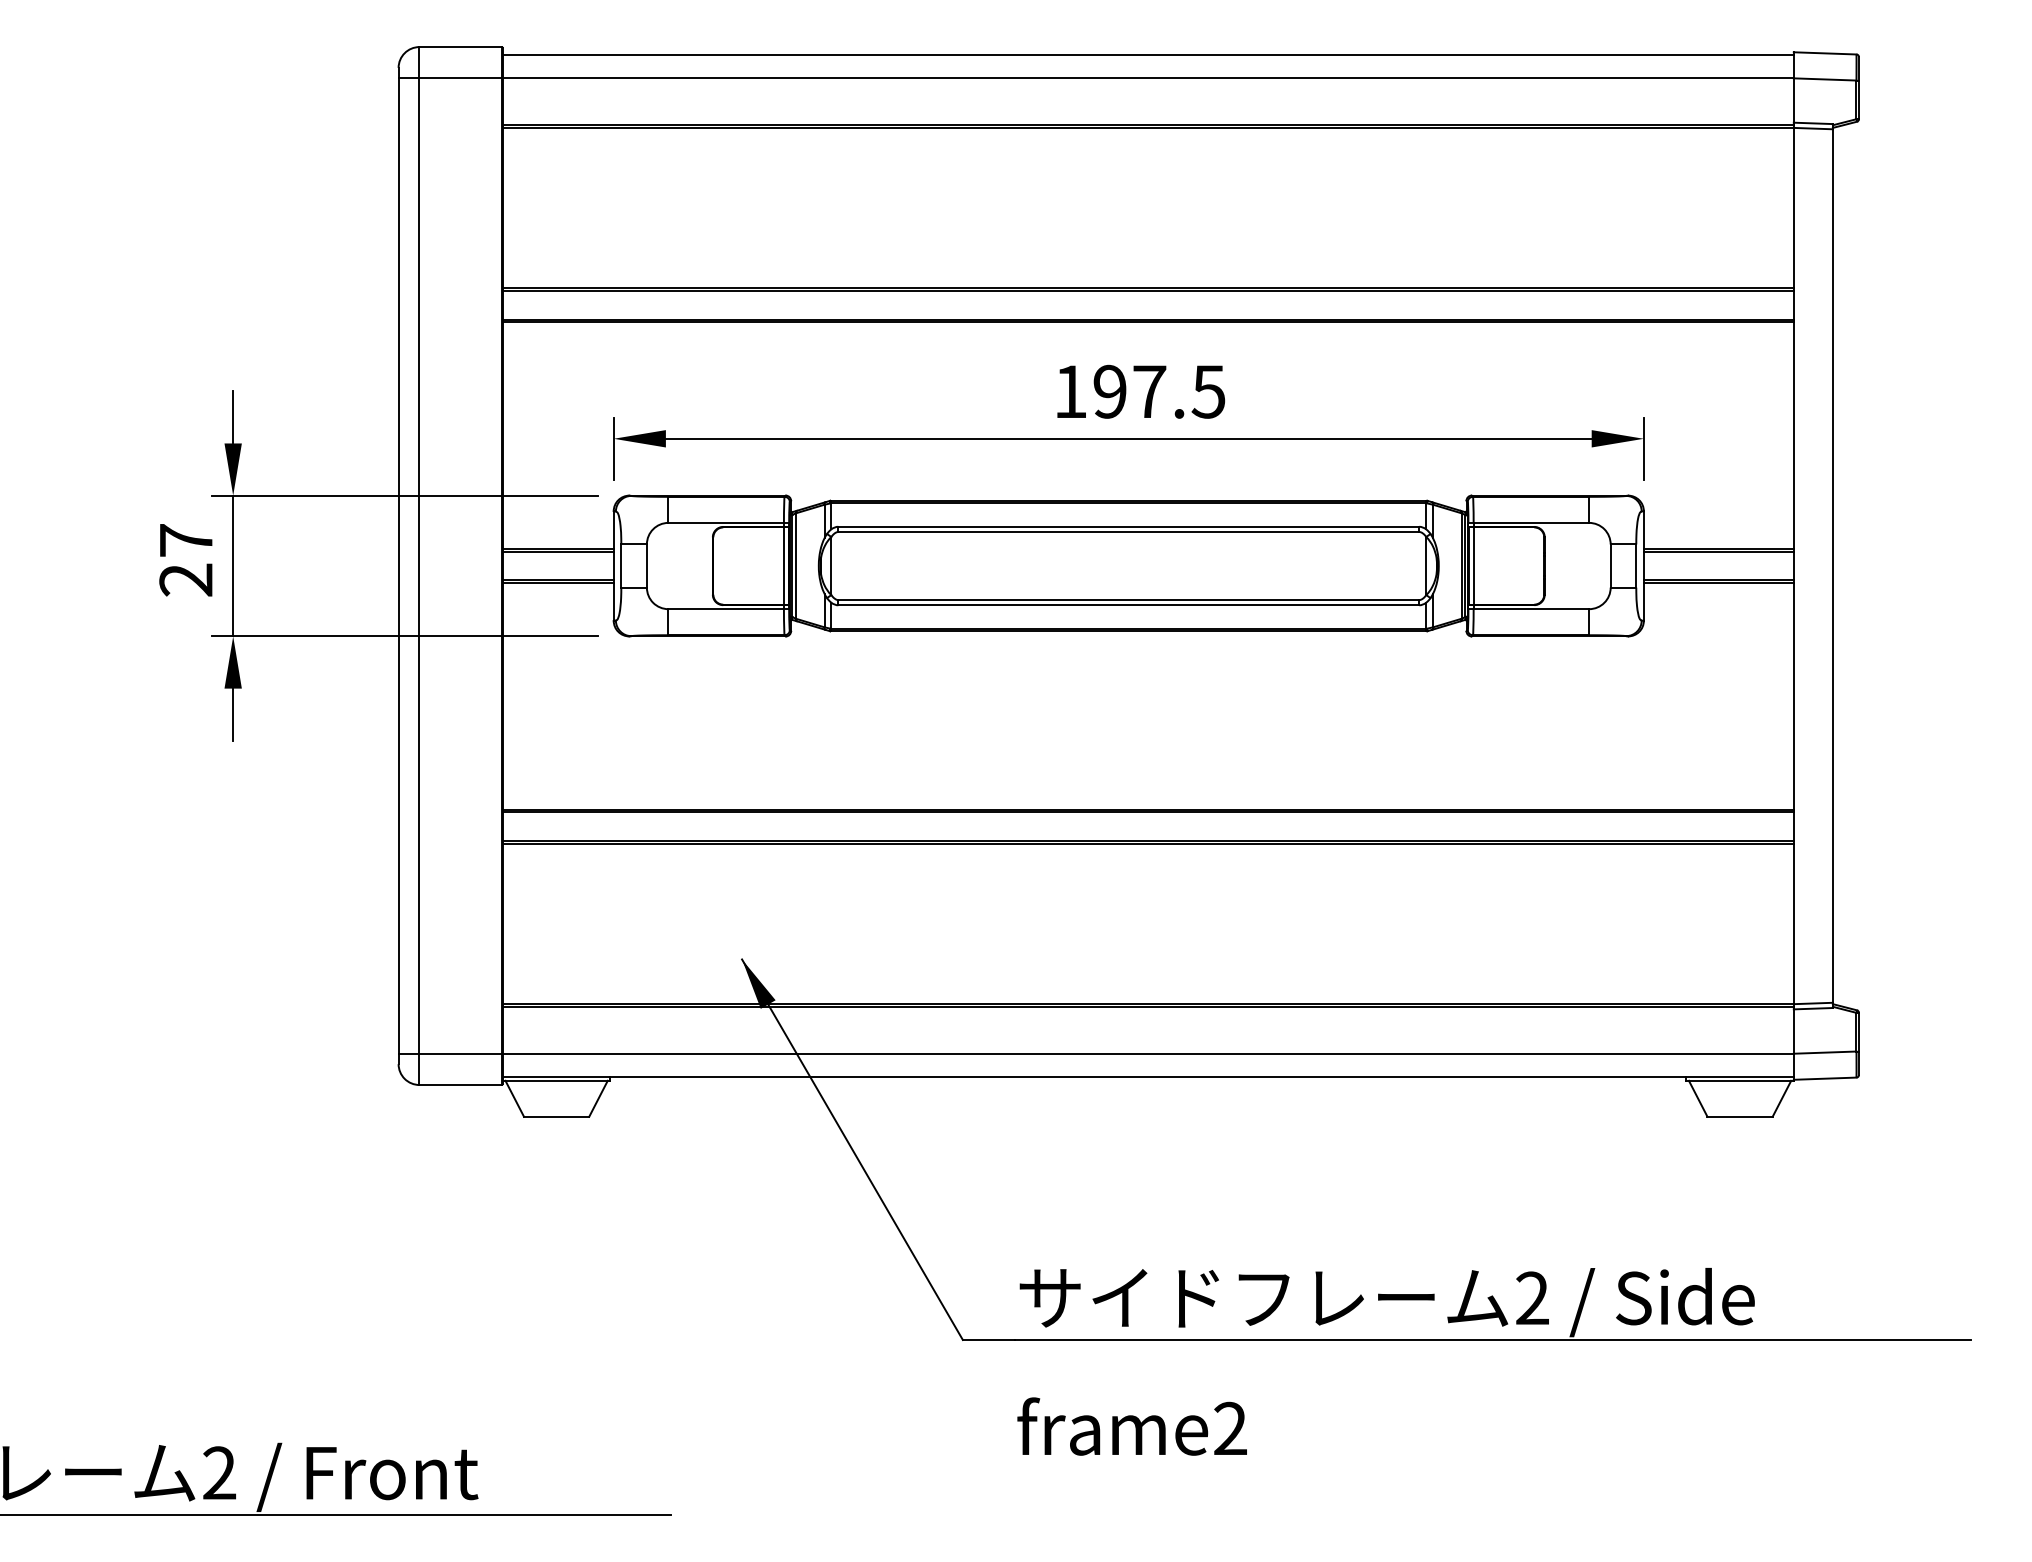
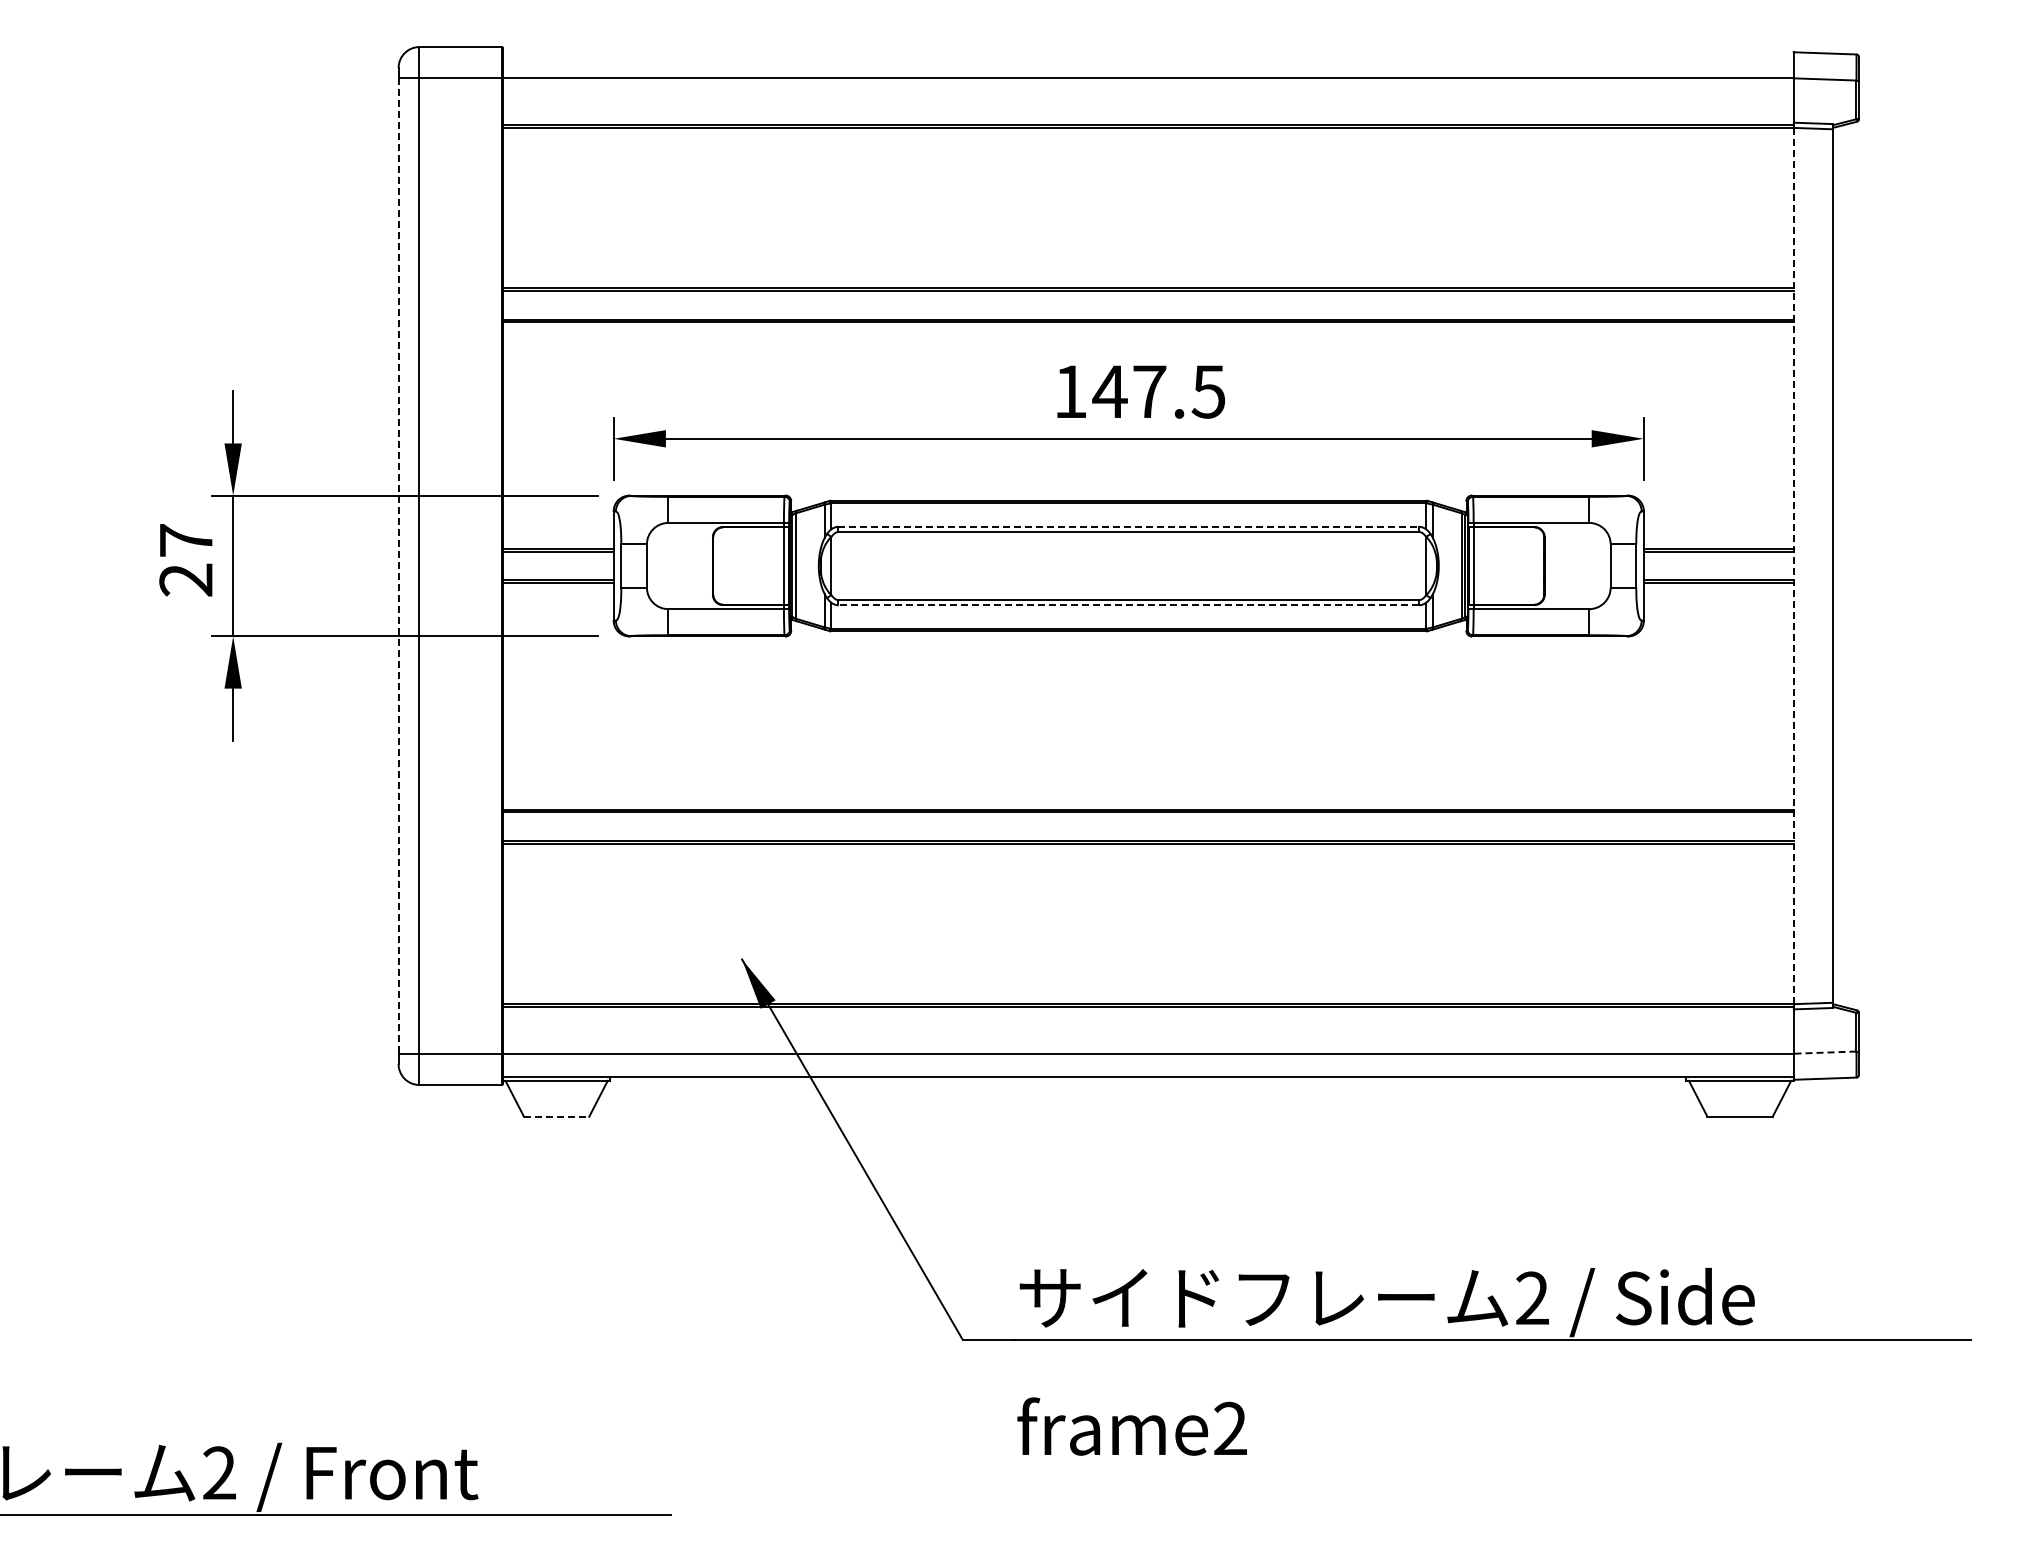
line at (1147, 54): present -> none
text at (1109, 391): 197.5 -> 147.5
line at (1129, 526): solid -> dashed
line at (1793, 565): solid -> dashed
line at (398, 566): solid -> dashed
line at (1128, 605): solid -> dashed
line at (1824, 1052): solid -> dashed
line at (556, 1116): solid -> dashed
